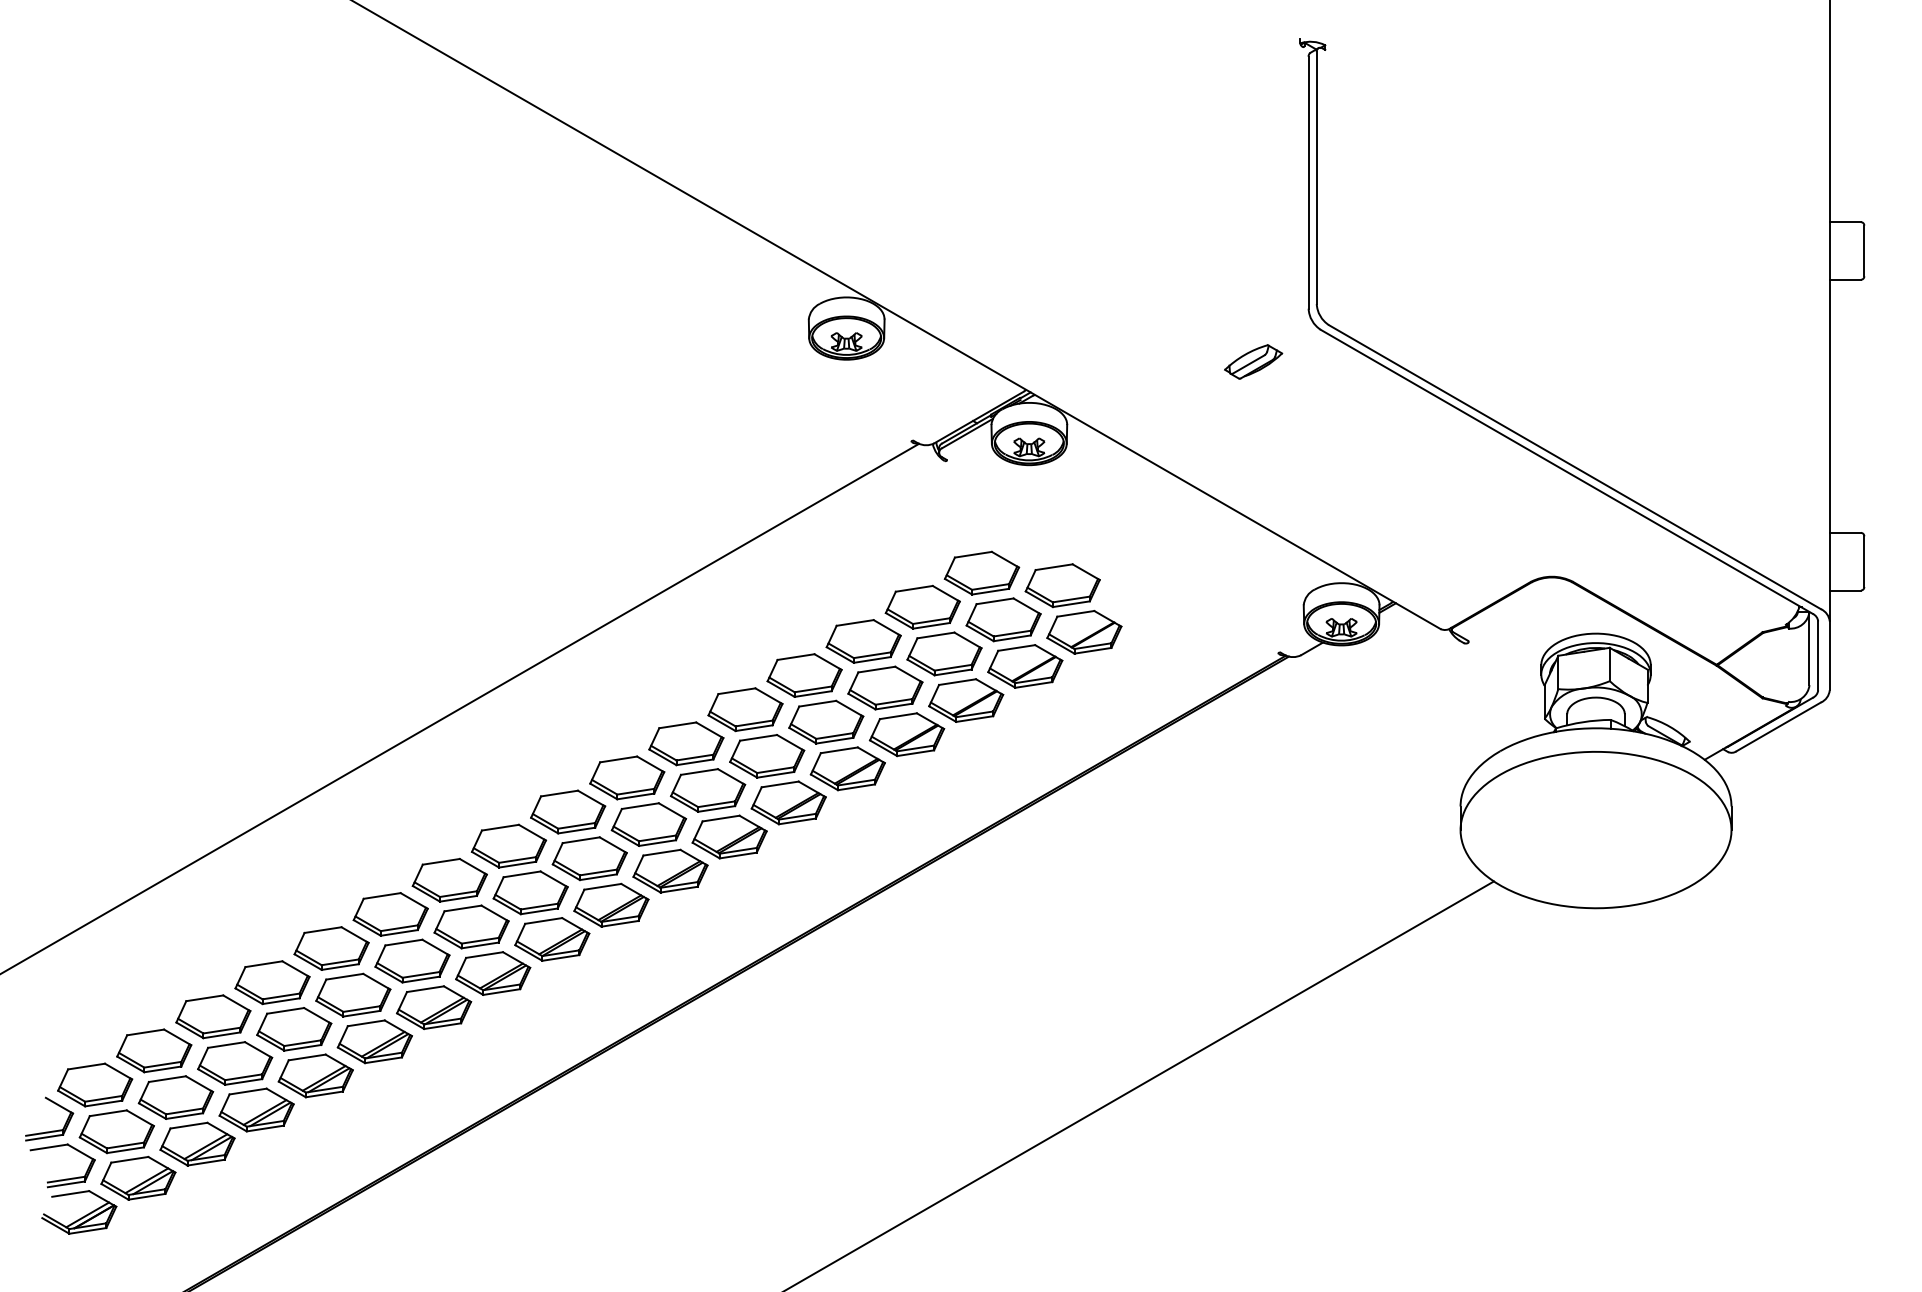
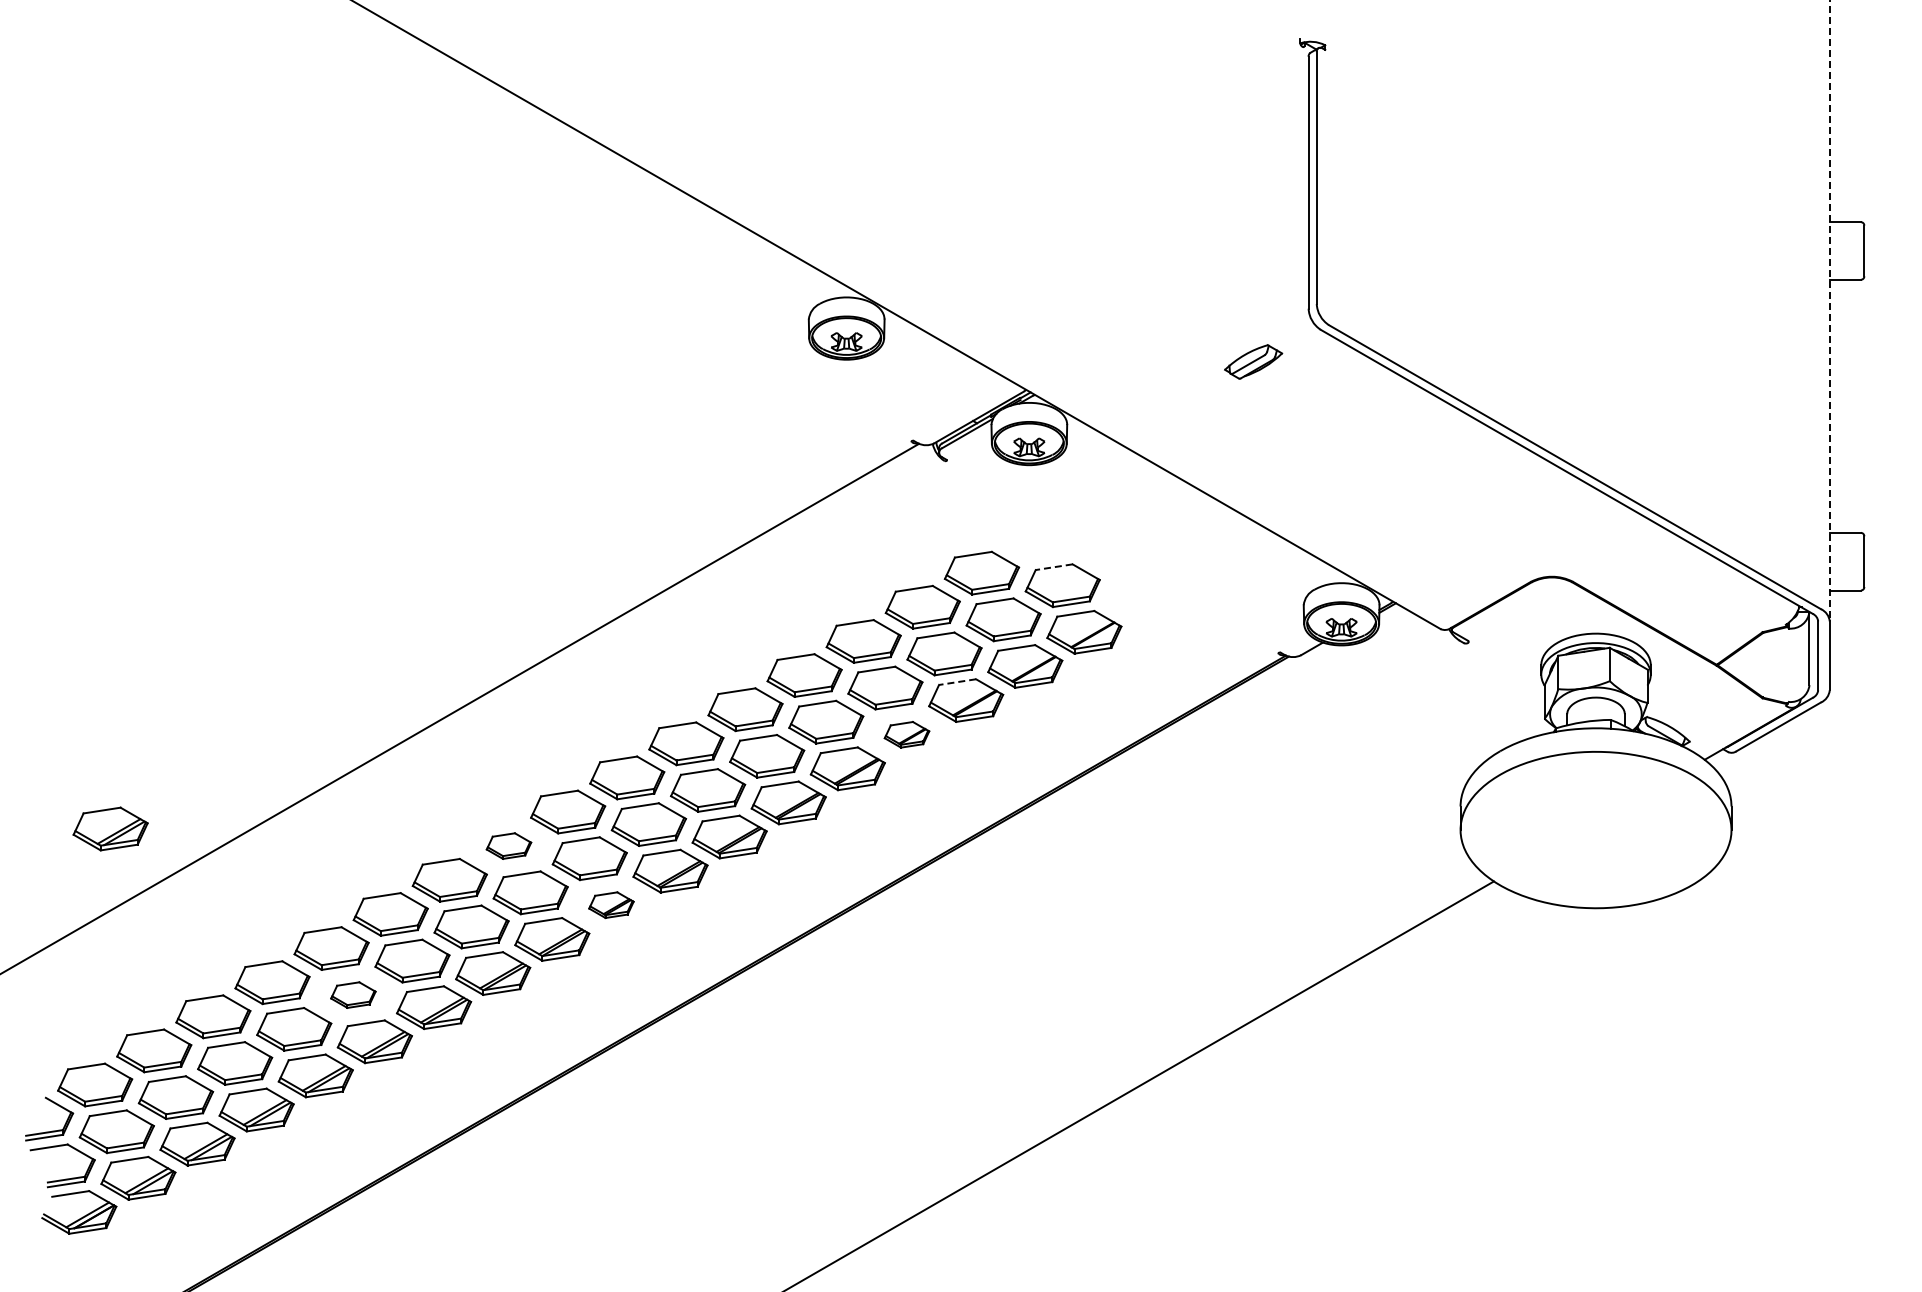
line at (1829, 311): solid -> dashed
line at (1054, 567): solid -> dashed
line at (957, 682): solid -> dashed
part at (906, 734) size: 78x46 px -> 48x28 px
part at (110, 828): none -> present
part at (508, 845) size: 78x46 px -> 48x28 px
part at (611, 904) size: 77x46 px -> 47x29 px
part at (353, 994) size: 77x46 px -> 47x28 px
